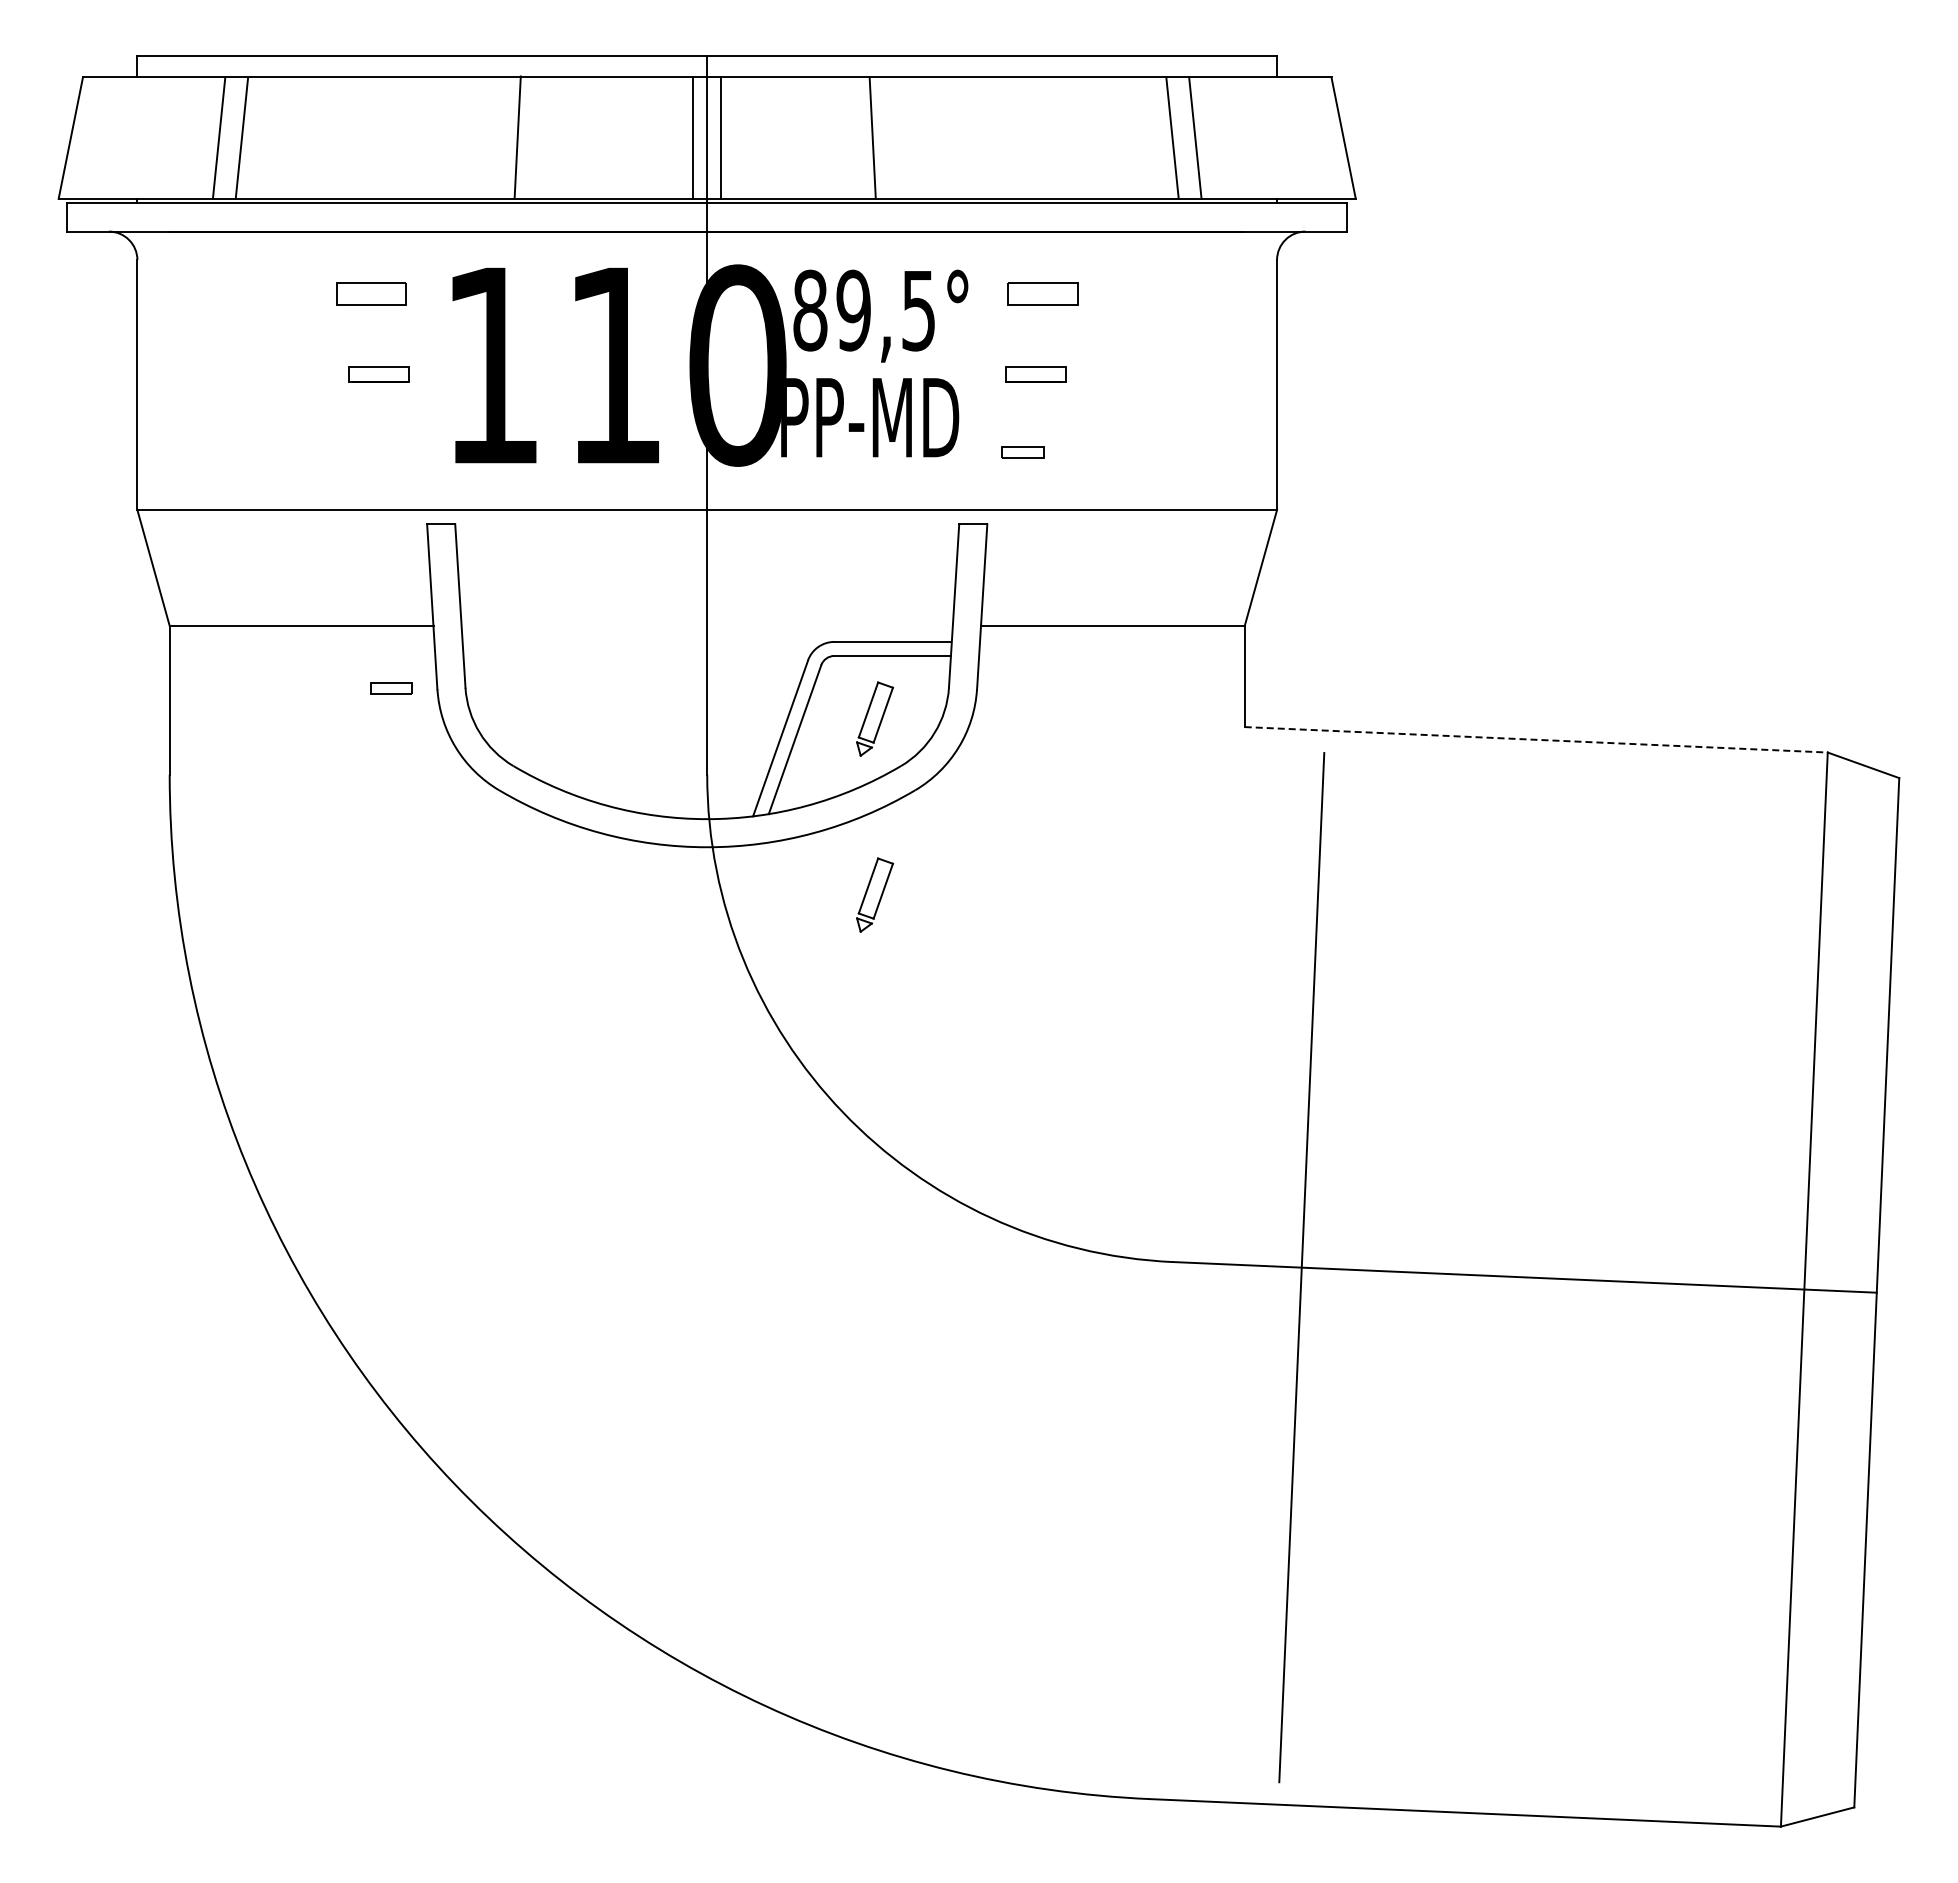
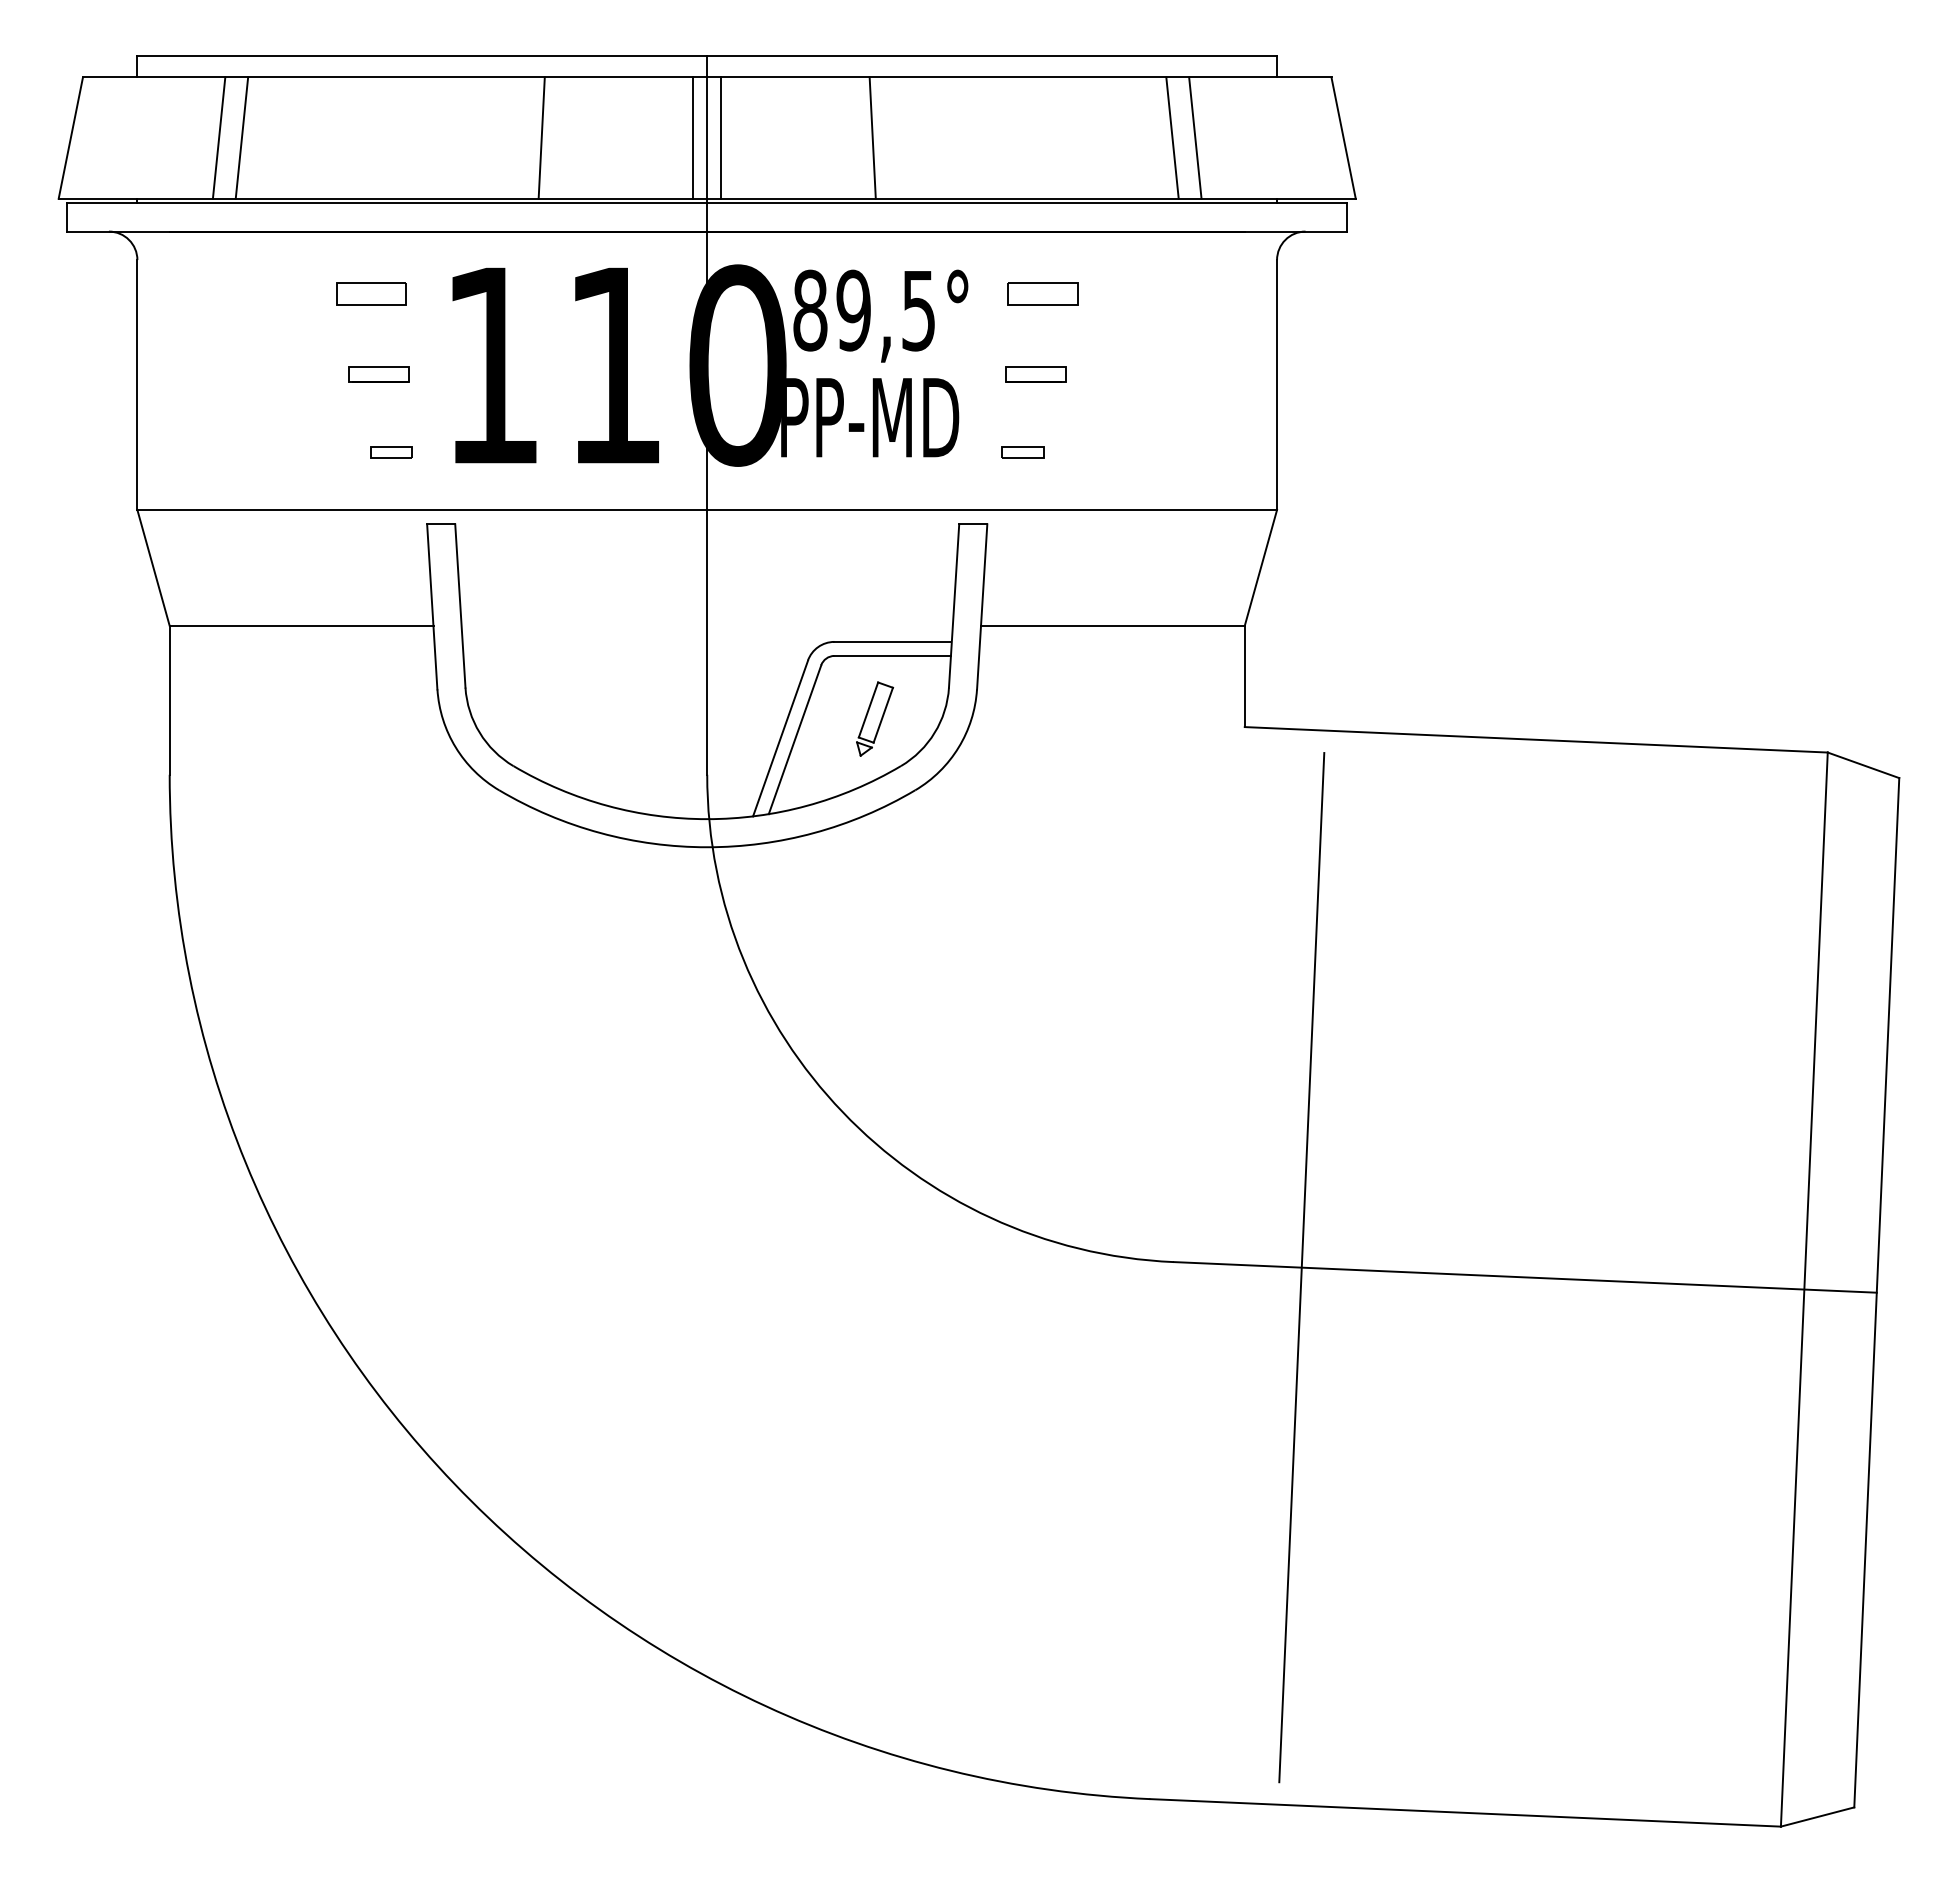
line at (517, 136) position: (517, 136) -> (541, 137)
part at (391, 688) position: (391, 688) -> (391, 452)
line at (1536, 739): dashed -> solid
part at (875, 894): present -> none
